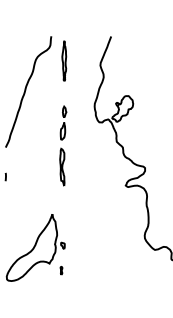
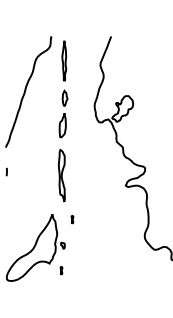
part at (63, 145) size: 9x82 px -> 11x114 px
curve at (5, 176) position: (5, 176) -> (6, 171)
part at (72, 219): none -> present
